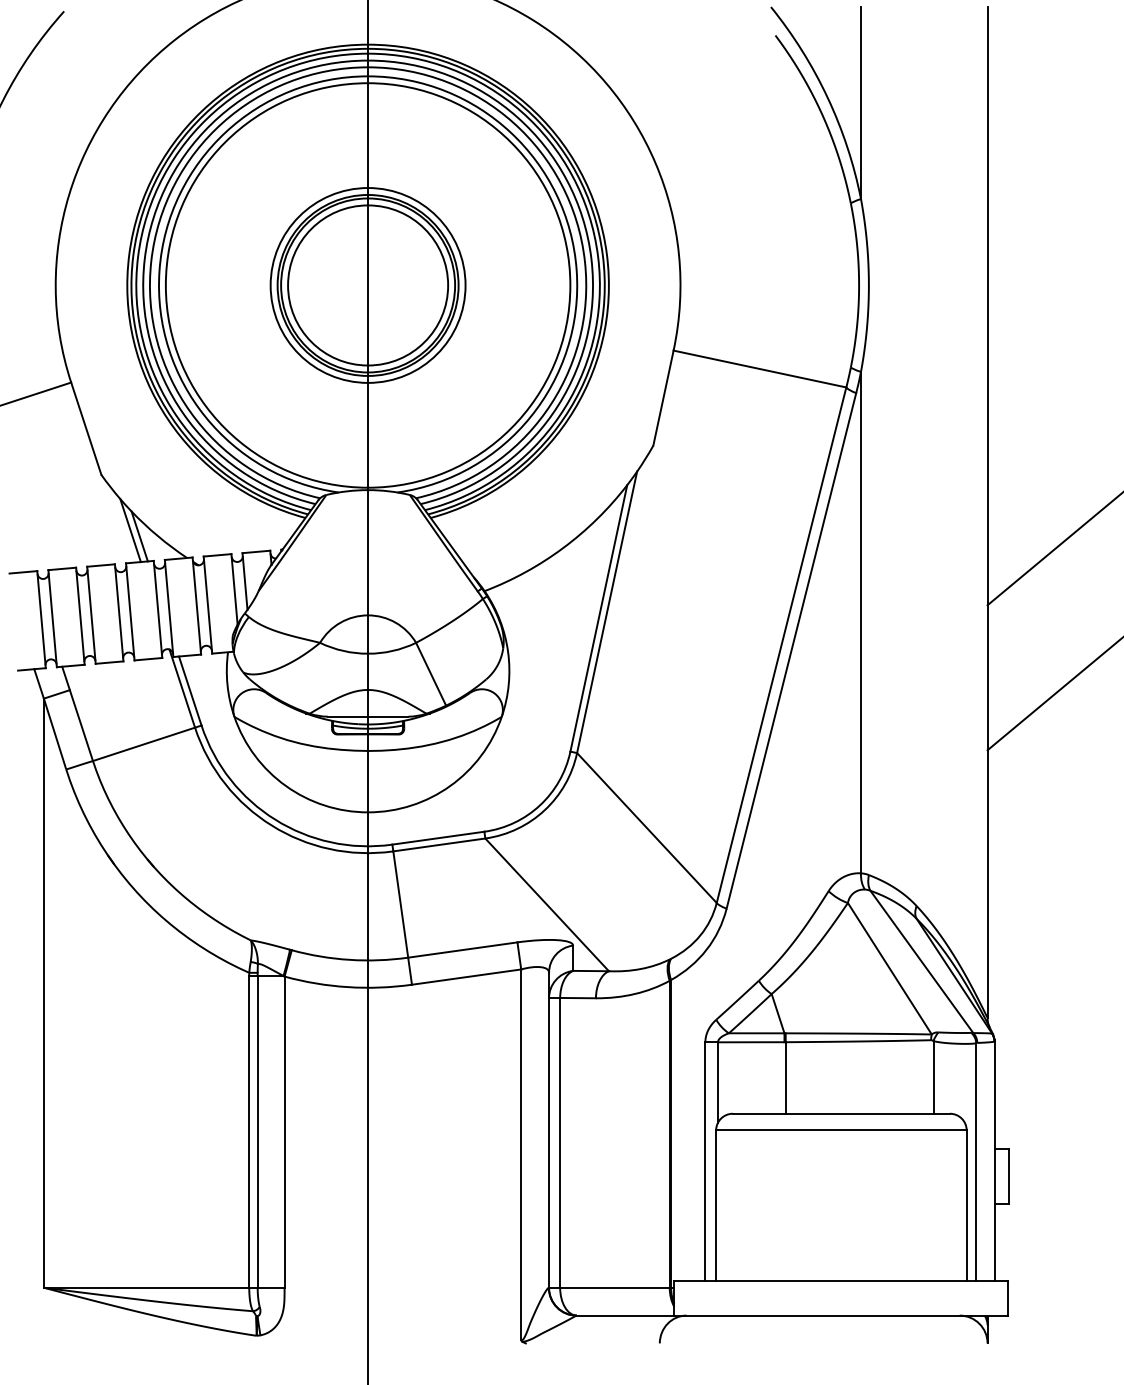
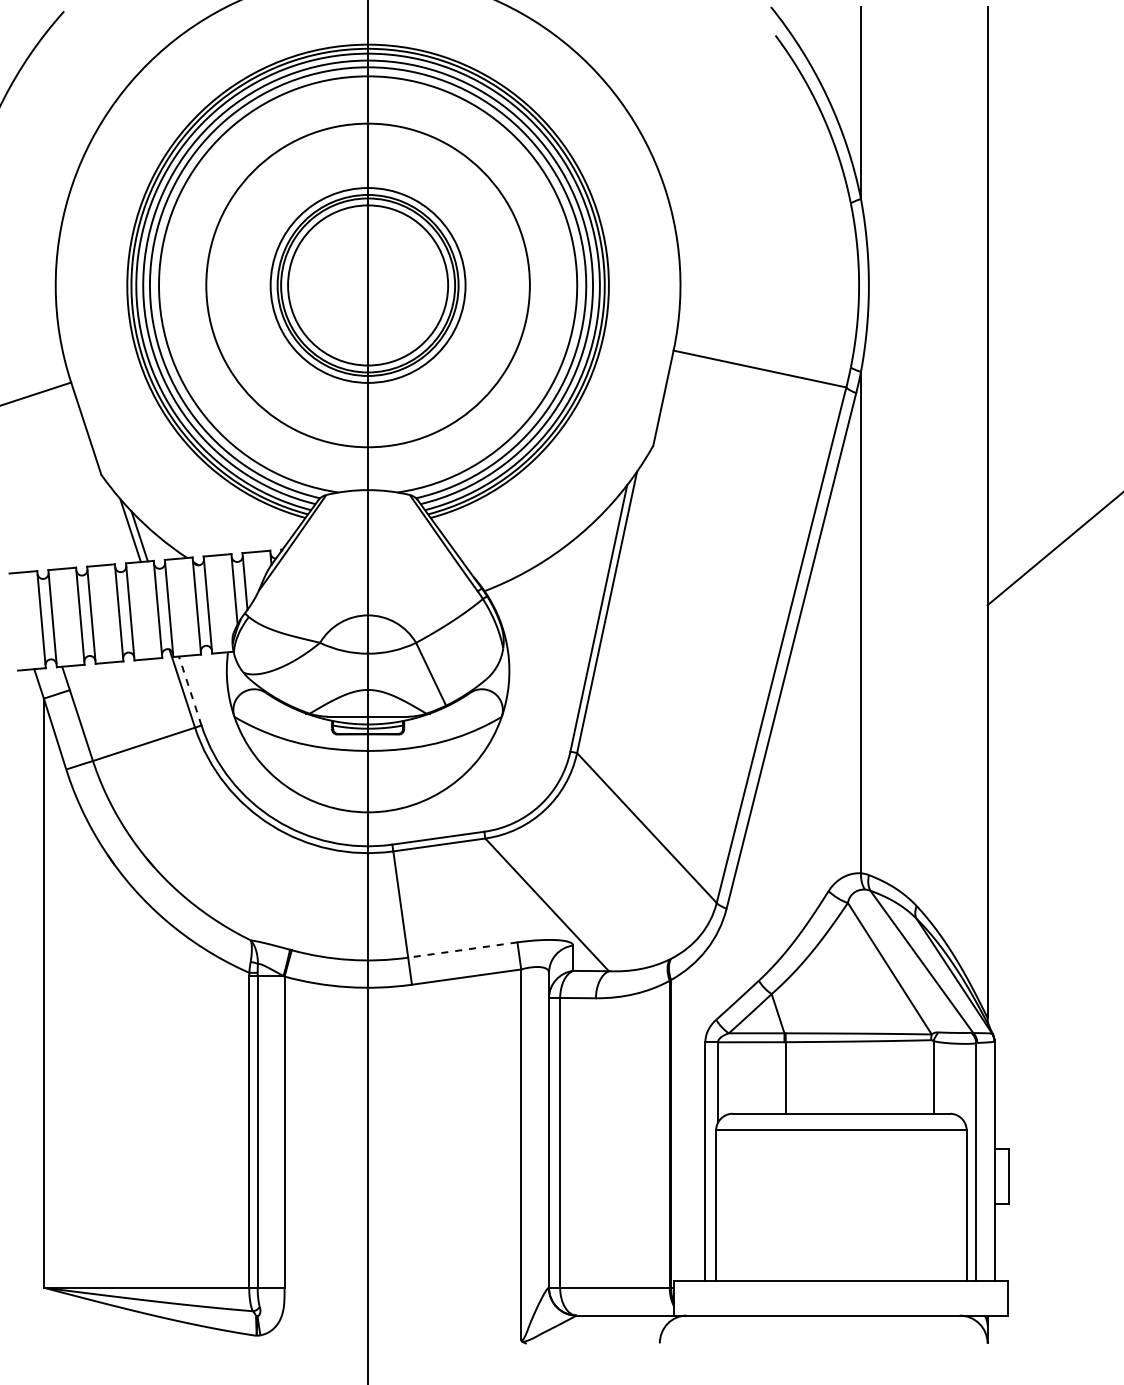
circle at (367, 285) diameter: 405 px -> 324 px
line at (190, 690): solid -> dashed
line at (1053, 694): present -> none
line at (462, 950): solid -> dashed
